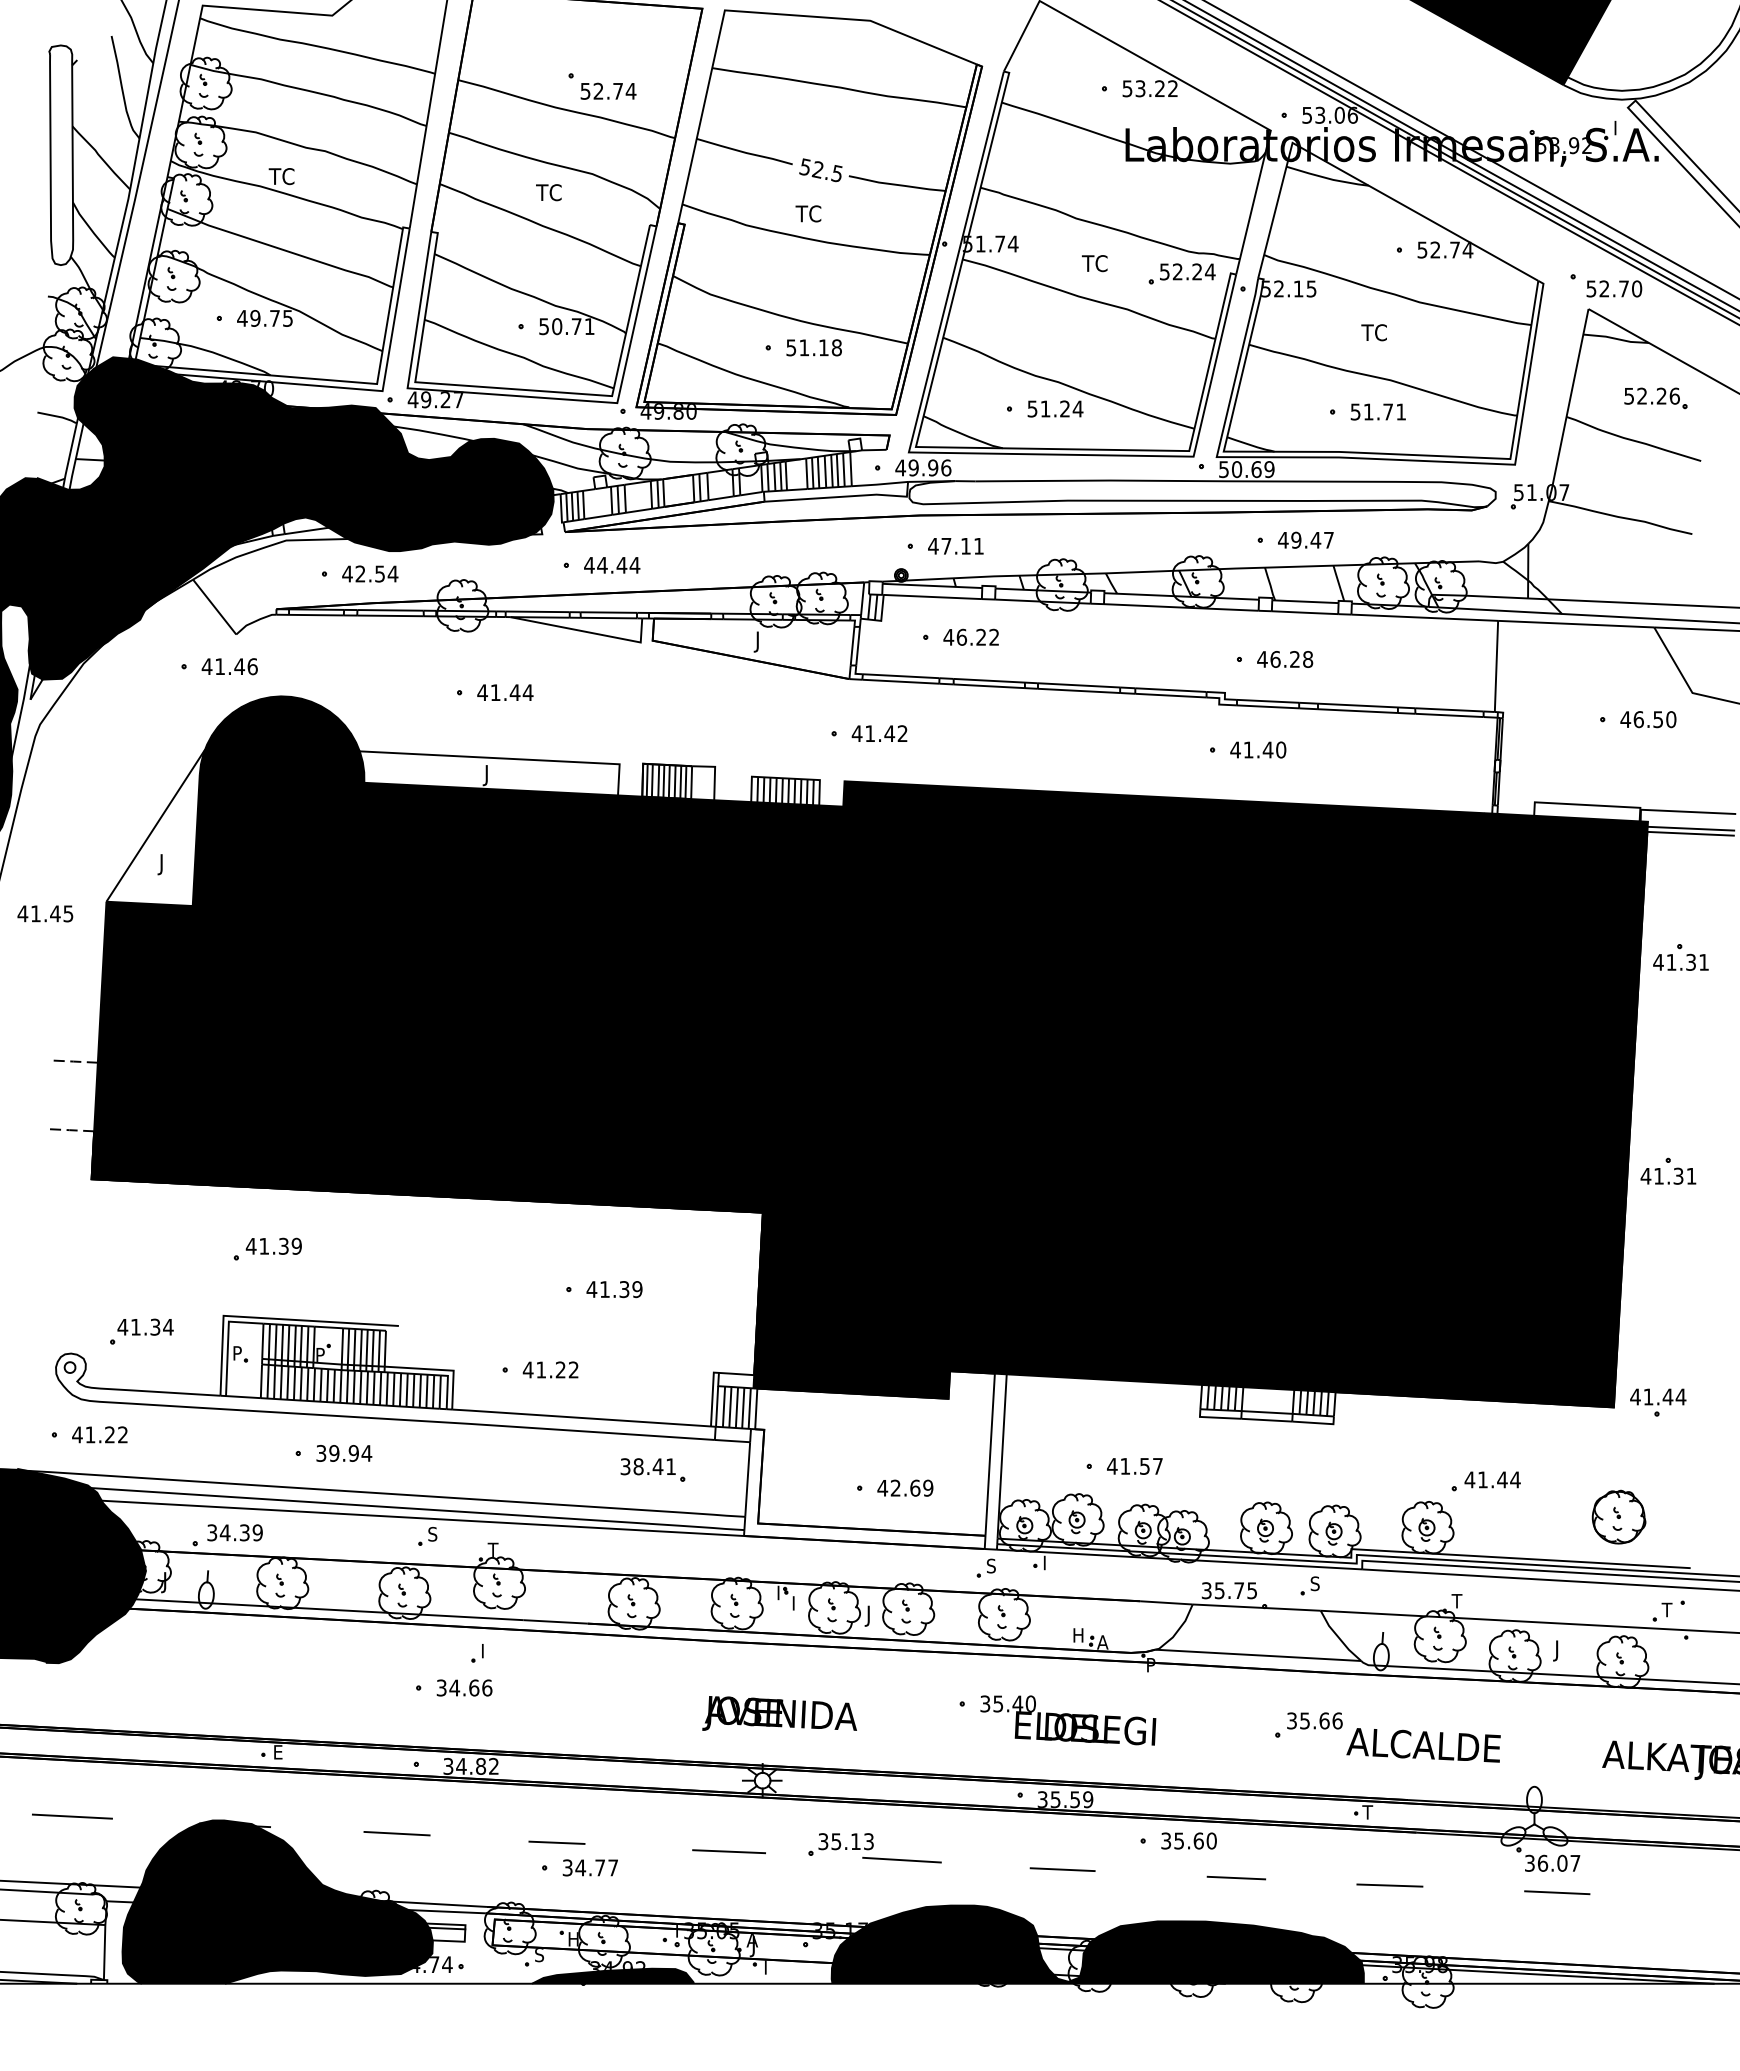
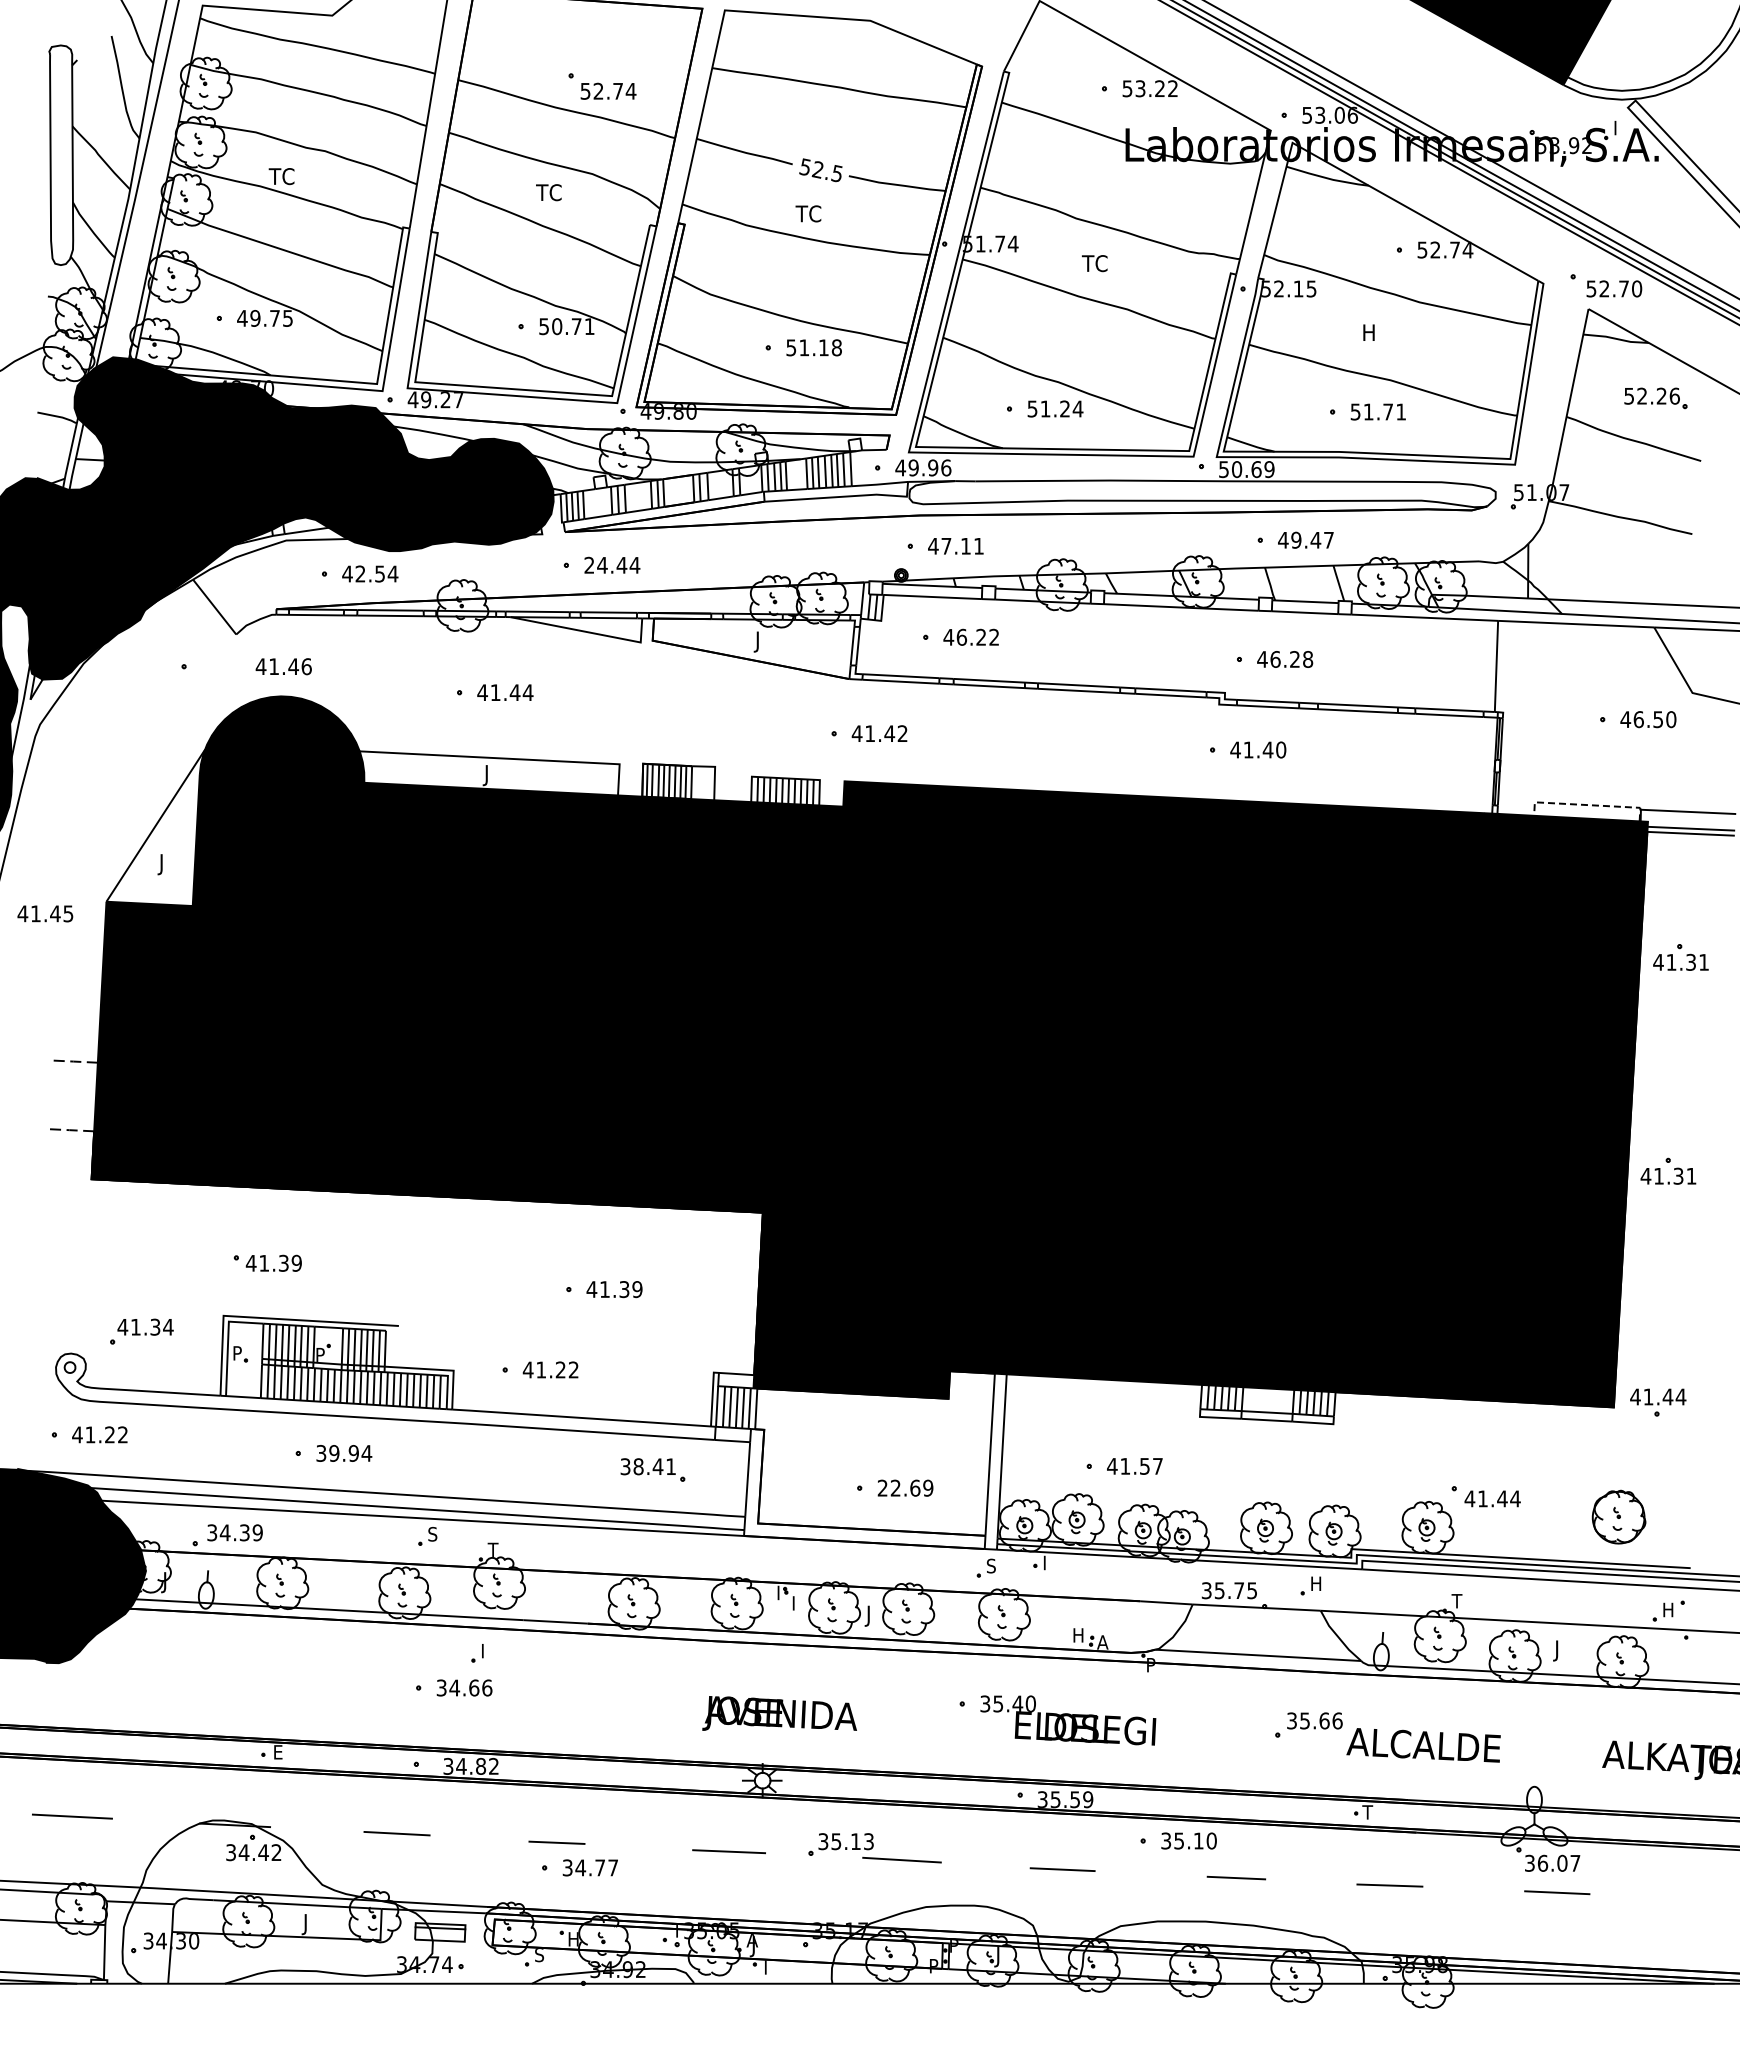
part at (1181, 273): present -> none
text at (1373, 332): TC -> H
text at (589, 564): 44.44 -> 24.44
text at (229, 666) position: (229, 666) -> (283, 666)
line at (1587, 805): solid -> dashed
text at (273, 1245) position: (273, 1245) -> (273, 1262)
text at (1492, 1479) position: (1492, 1479) -> (1492, 1498)
text at (882, 1487): 42.69 -> 22.69
text at (1315, 1583): S -> H
text at (1667, 1609): T -> H
text at (1198, 1840): 35.60 -> 35.10
fill at (277, 1901): present -> none
fill at (1097, 1944): present -> none
fill at (612, 1975): present -> none
